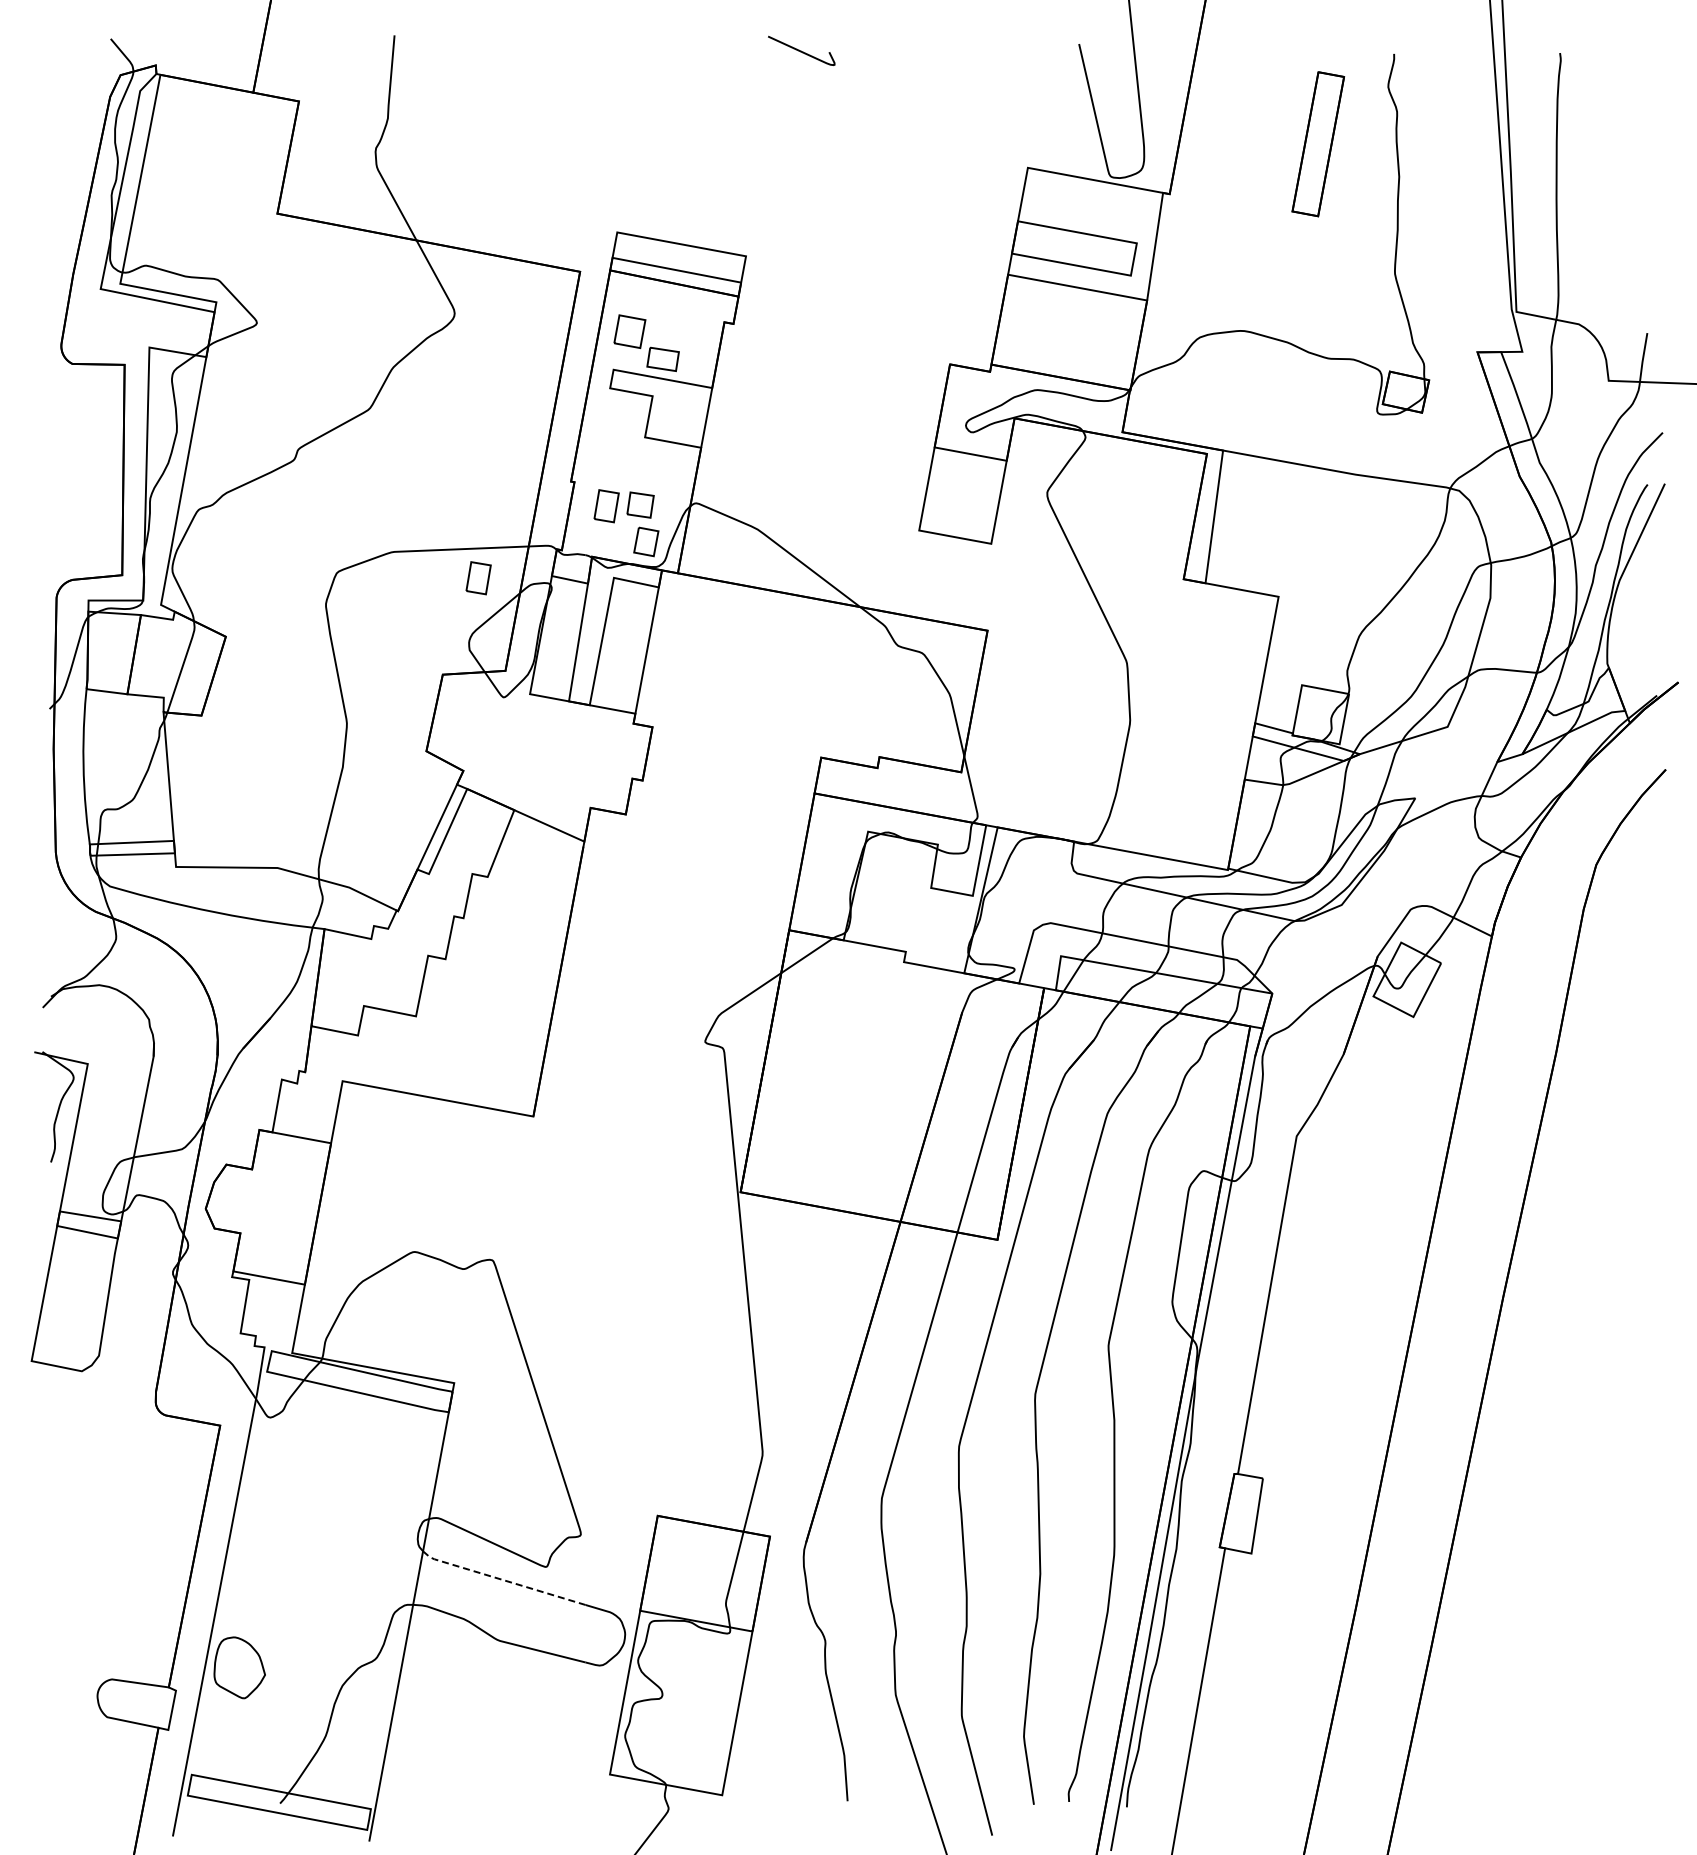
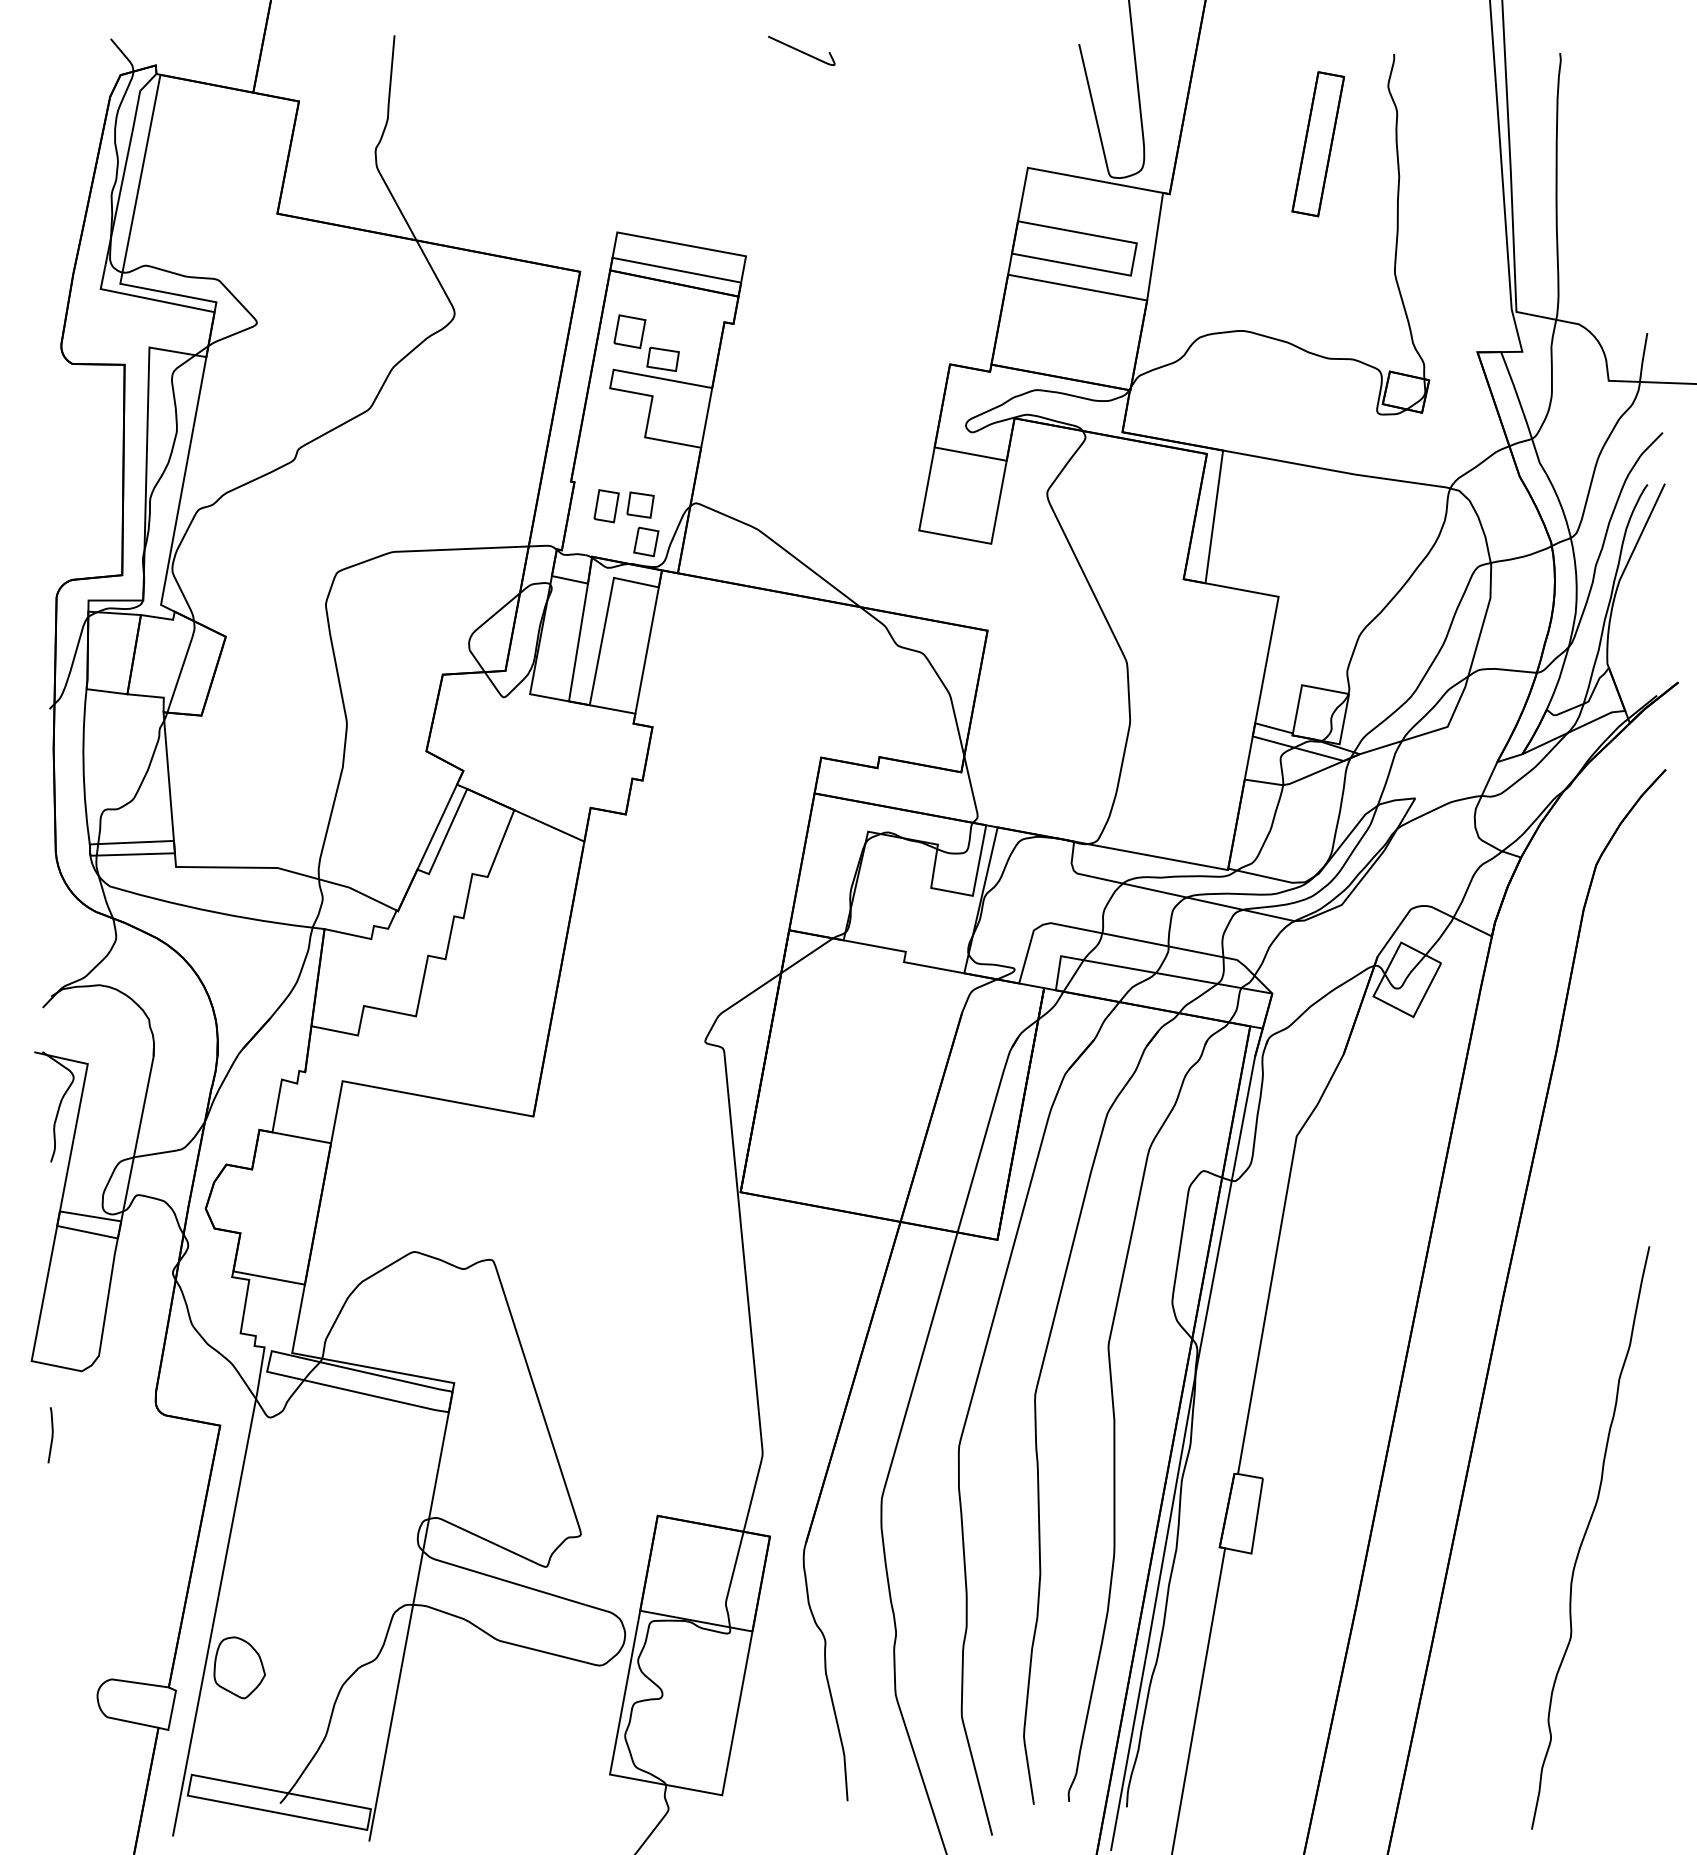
part at (478, 578): present -> none
curve at (51, 1435): none -> present
curve at (1585, 1536): none -> present
line at (501, 1579): dashed -> solid
